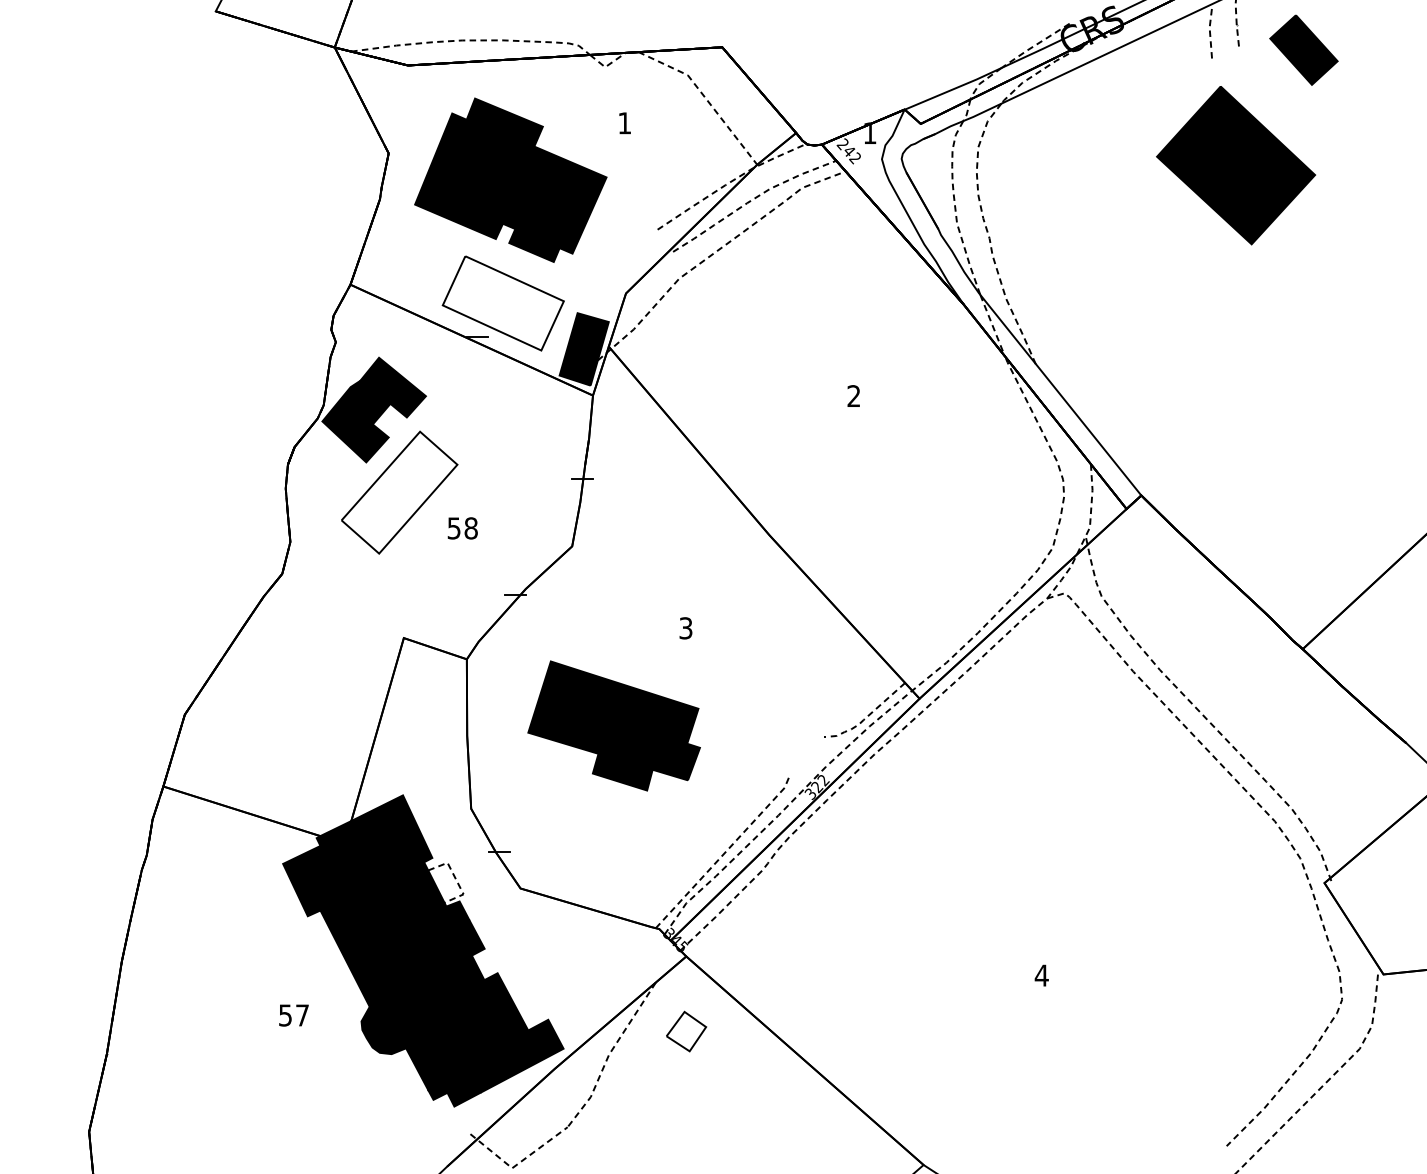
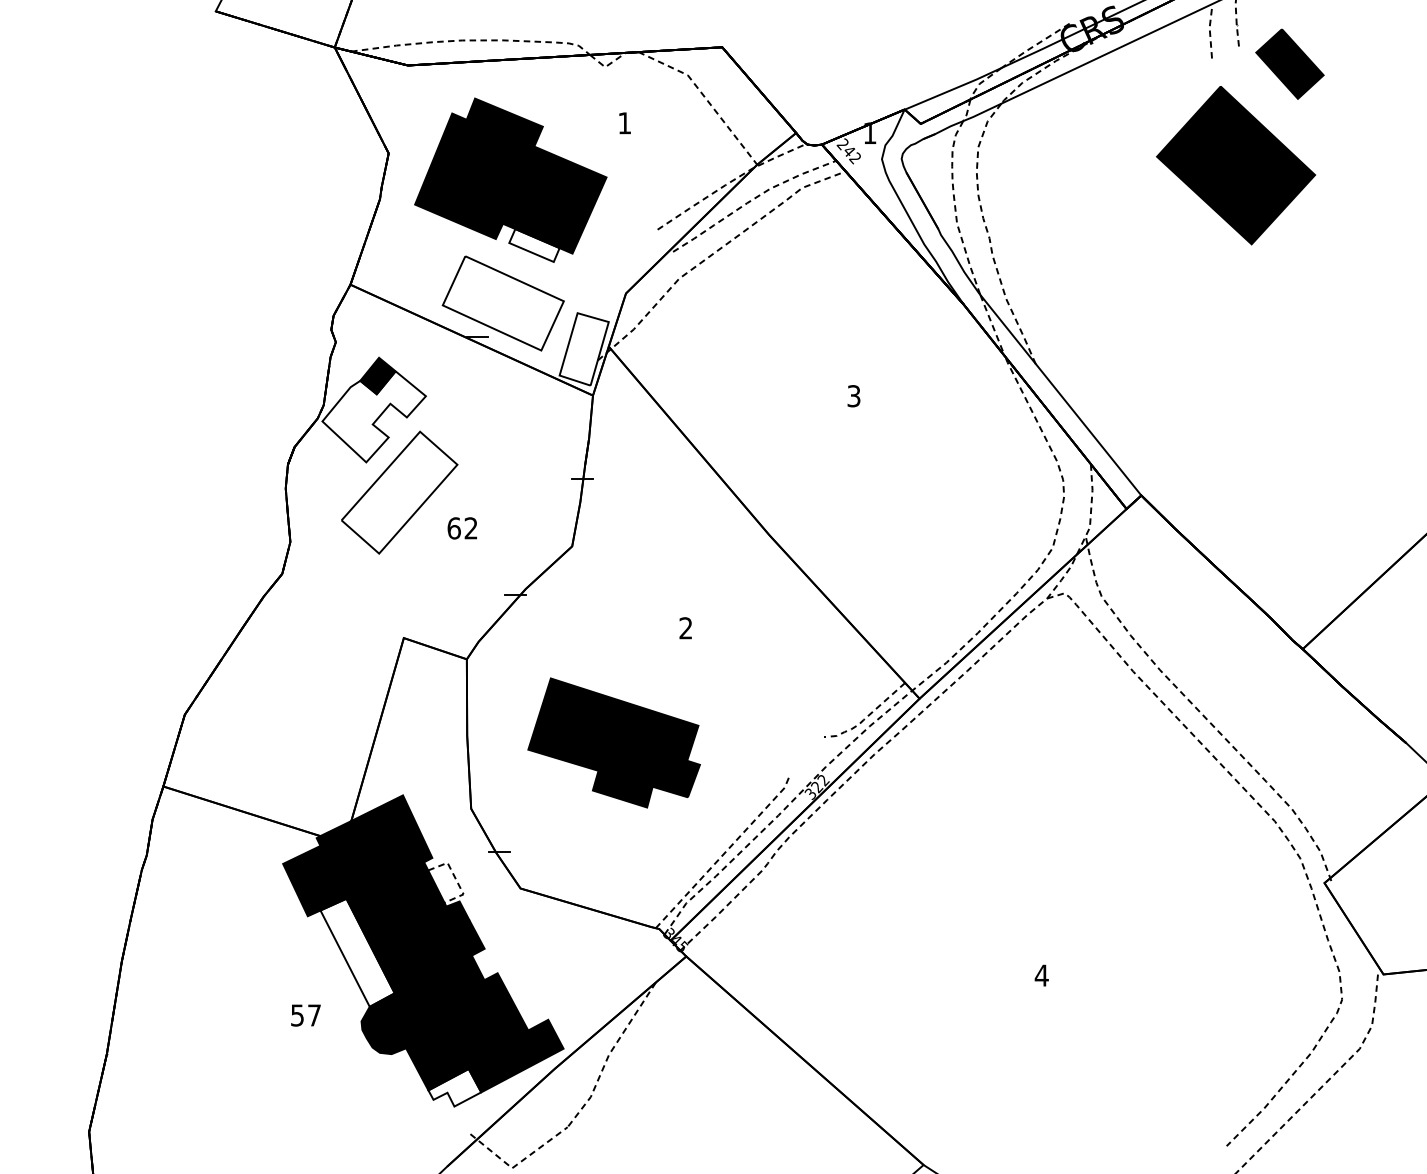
part at (1303, 49) position: (1303, 49) -> (1289, 63)
fill at (534, 245): present -> none
fill at (583, 349): present -> none
text at (853, 396): 2 -> 3
fill at (373, 416): present -> none
text at (462, 528): 58 -> 62
text at (685, 628): 3 -> 2
part at (613, 725) position: (613, 725) -> (613, 742)
fill at (357, 952): present -> none
text at (293, 1015) position: (293, 1015) -> (305, 1015)
part at (686, 1031): present -> none
fill at (454, 1087): present -> none
